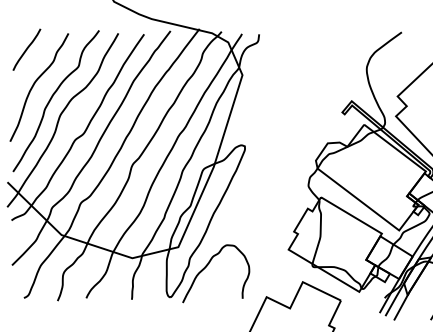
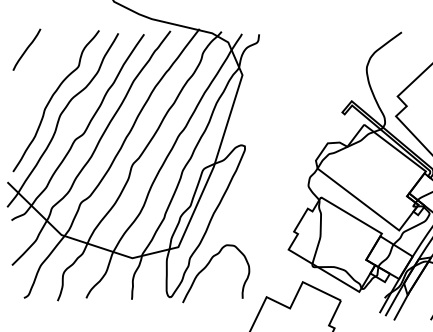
curve at (34, 85): present -> none
